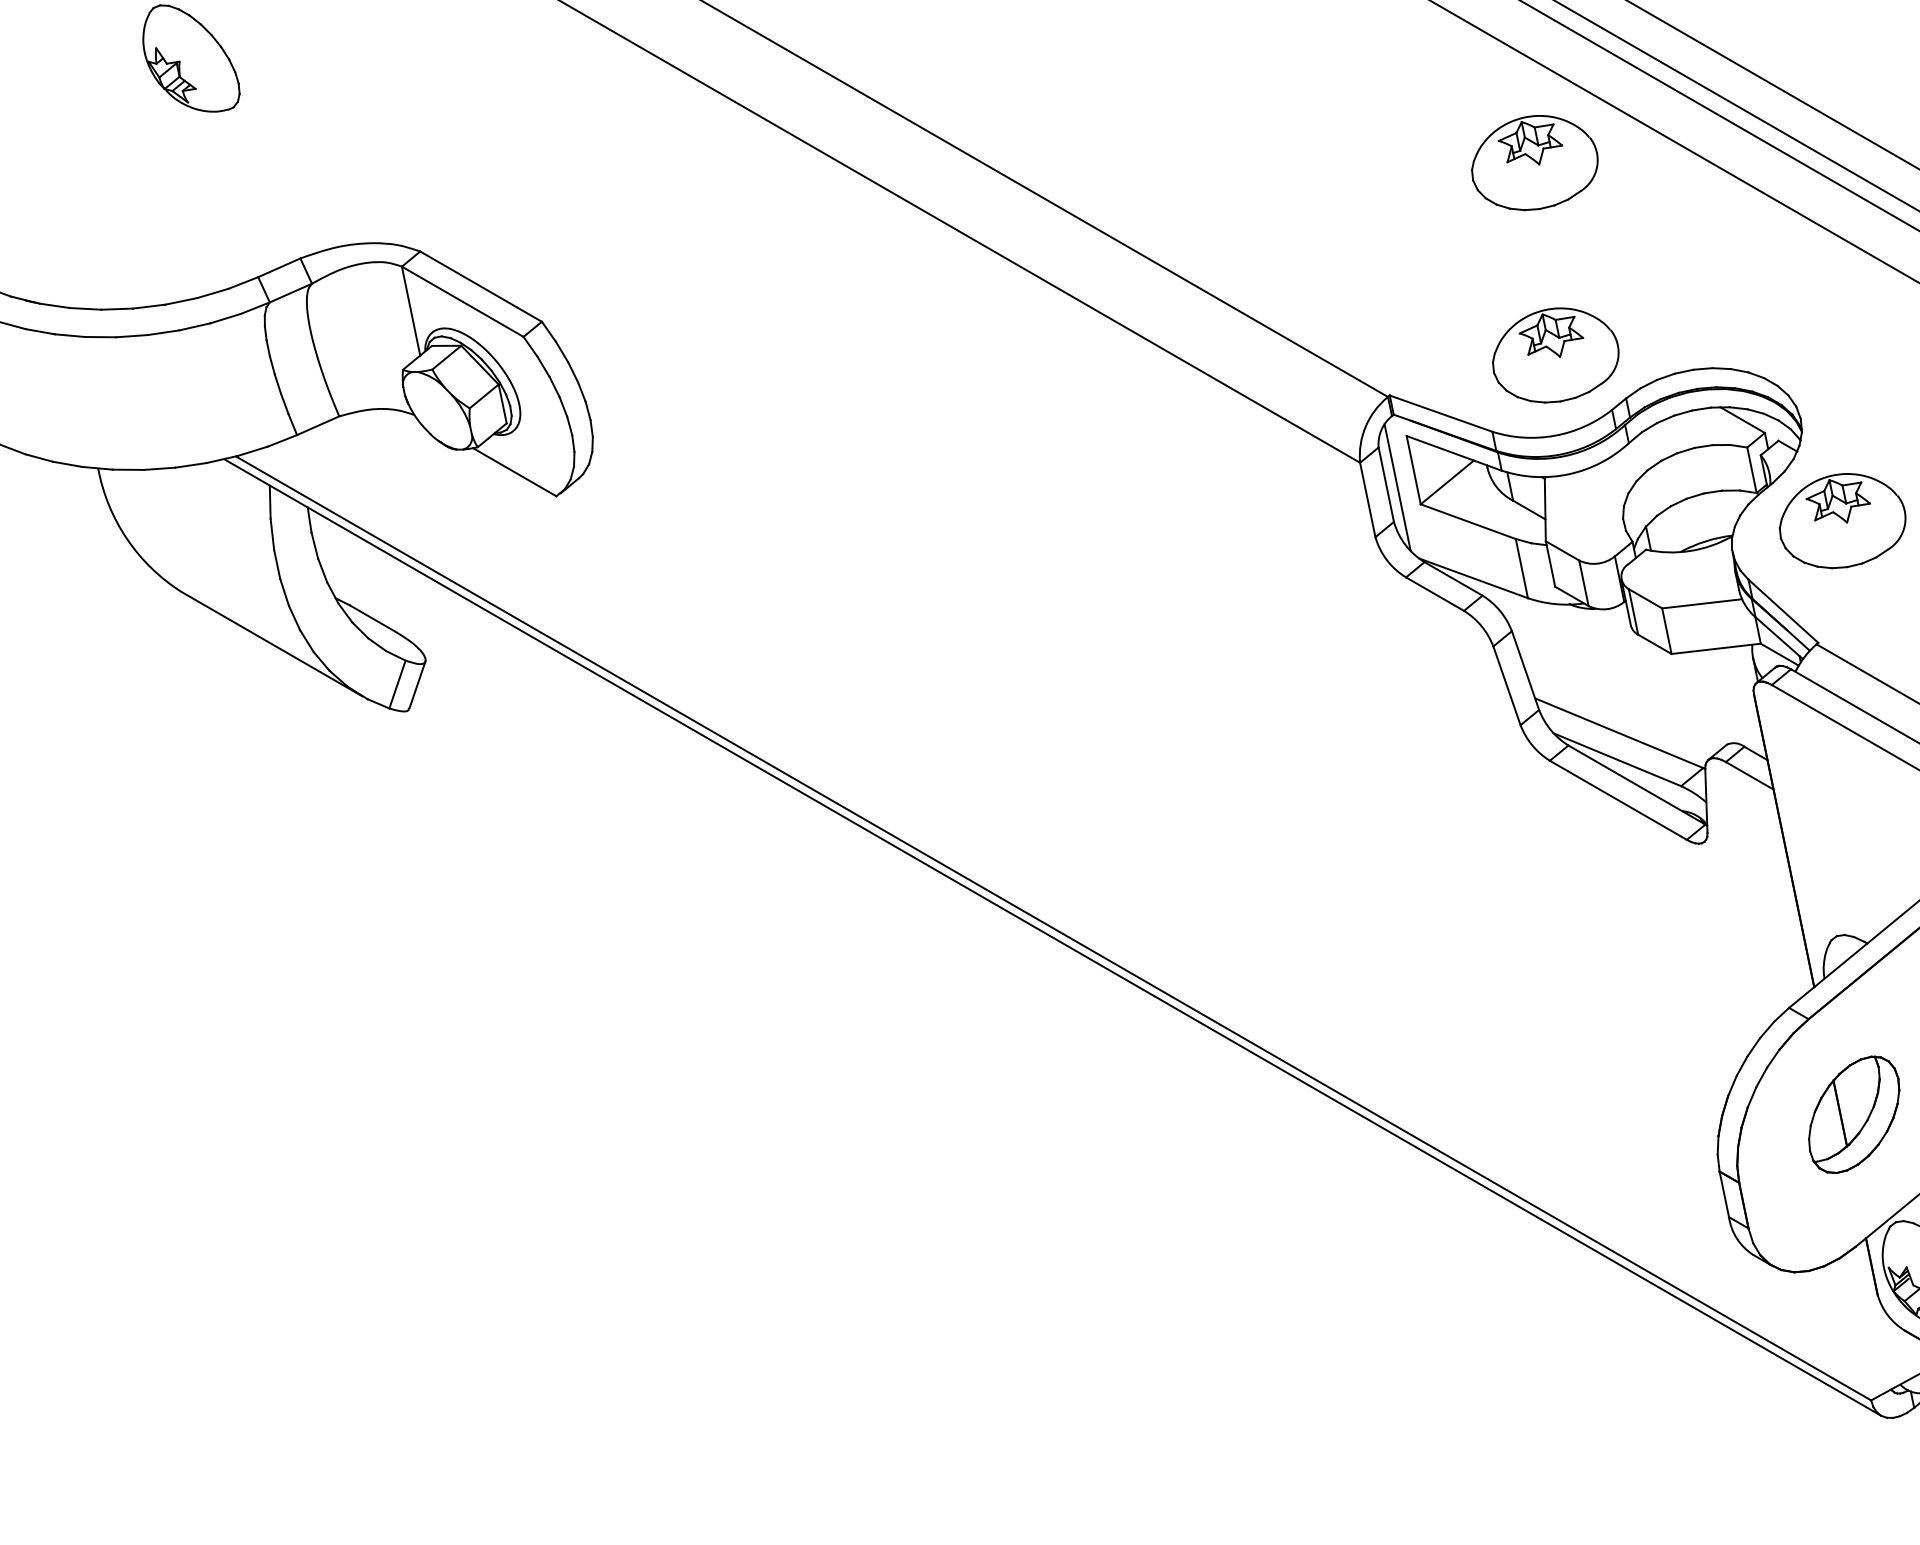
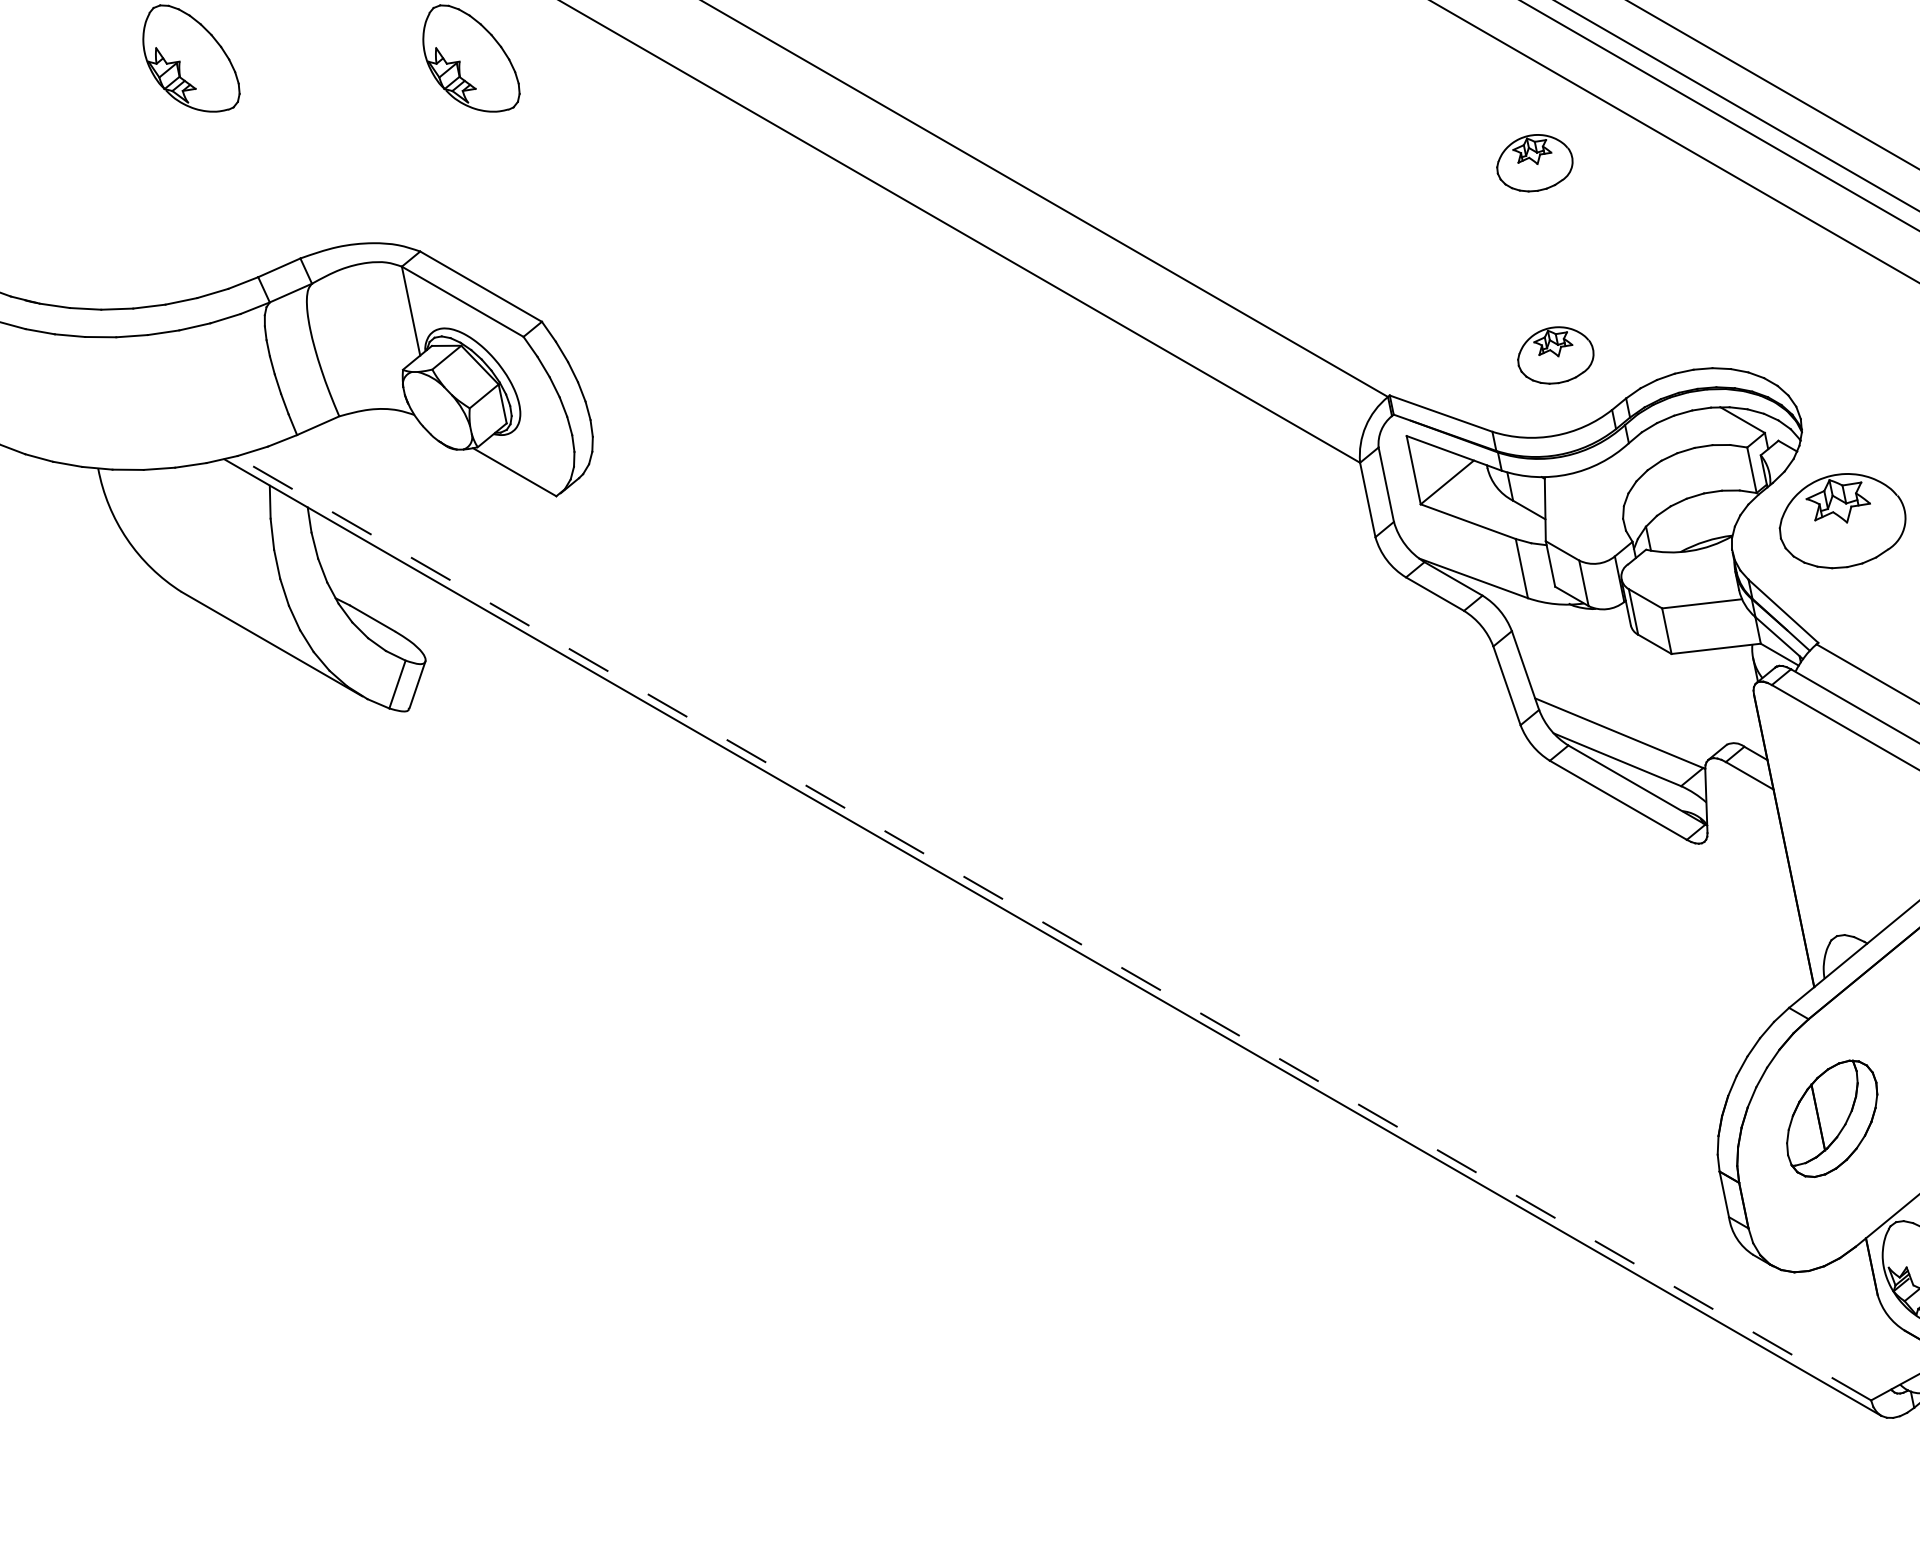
part at (471, 58): none -> present
part at (1534, 163) size: 128x97 px -> 78x59 px
part at (1555, 355) size: 128x97 px -> 78x59 px
line at (1397, 487): present -> none
line at (1053, 928): solid -> dashed
part at (1854, 1114) position: (1854, 1114) -> (1832, 1118)
